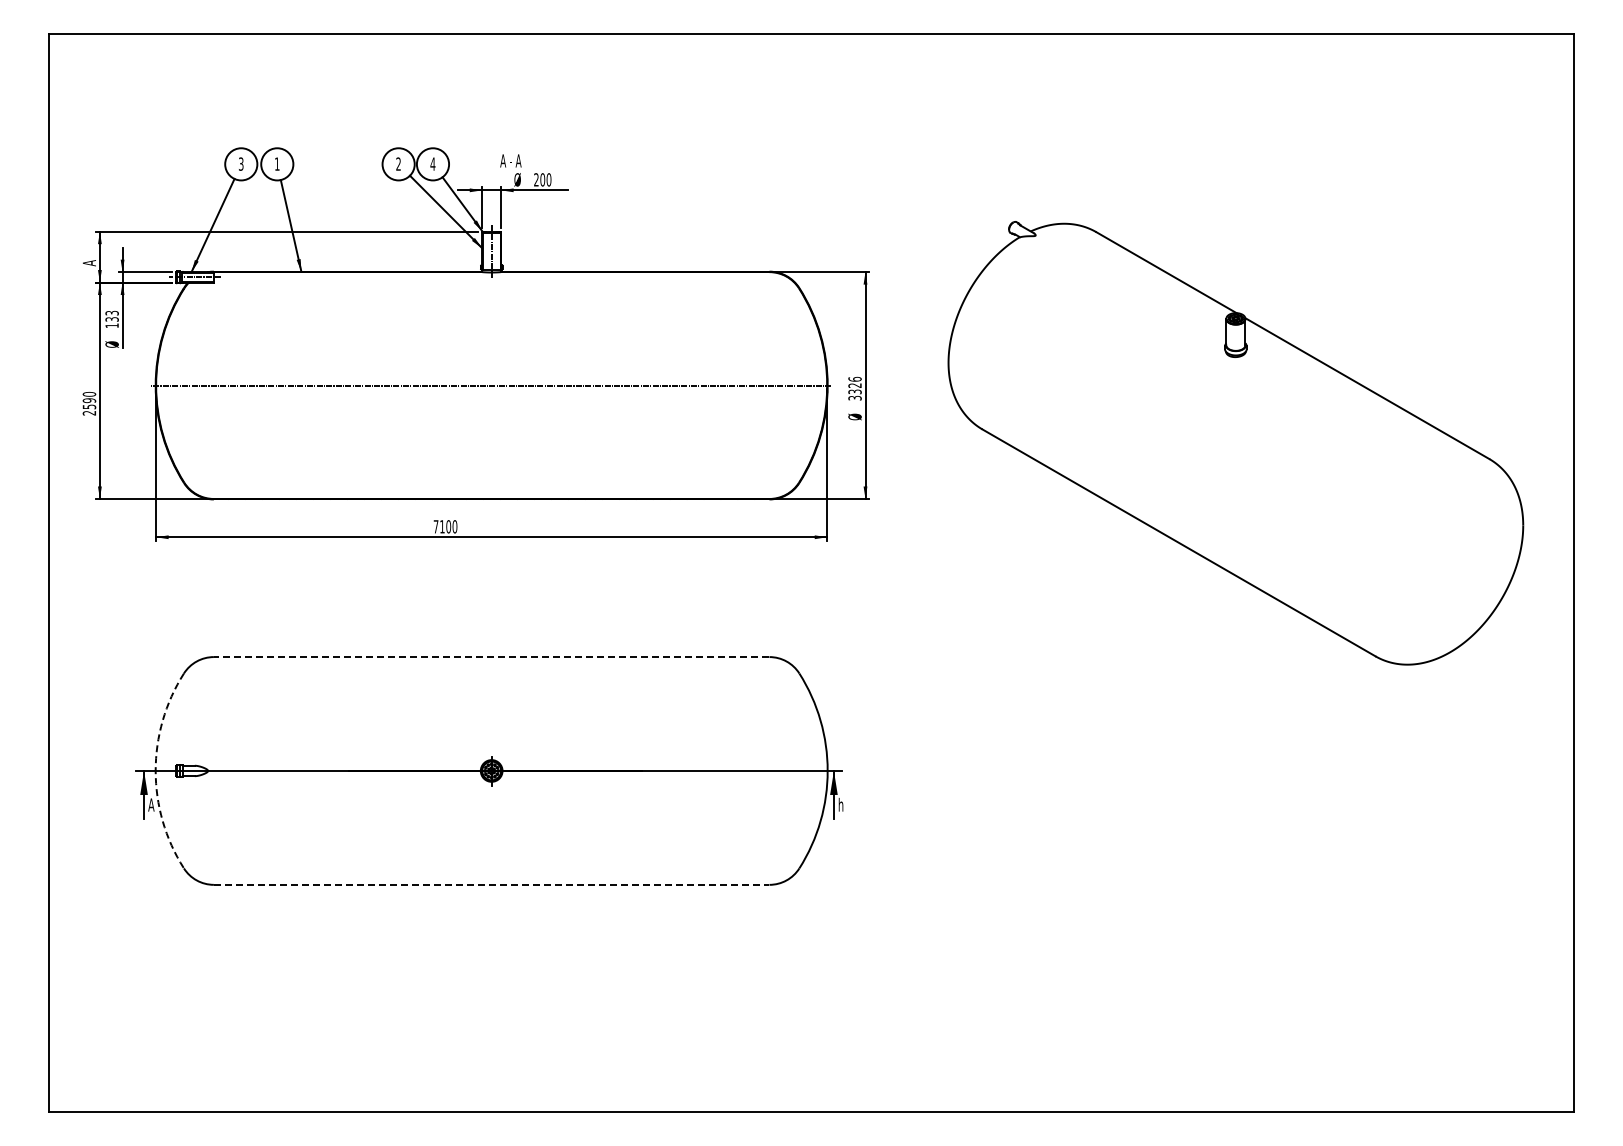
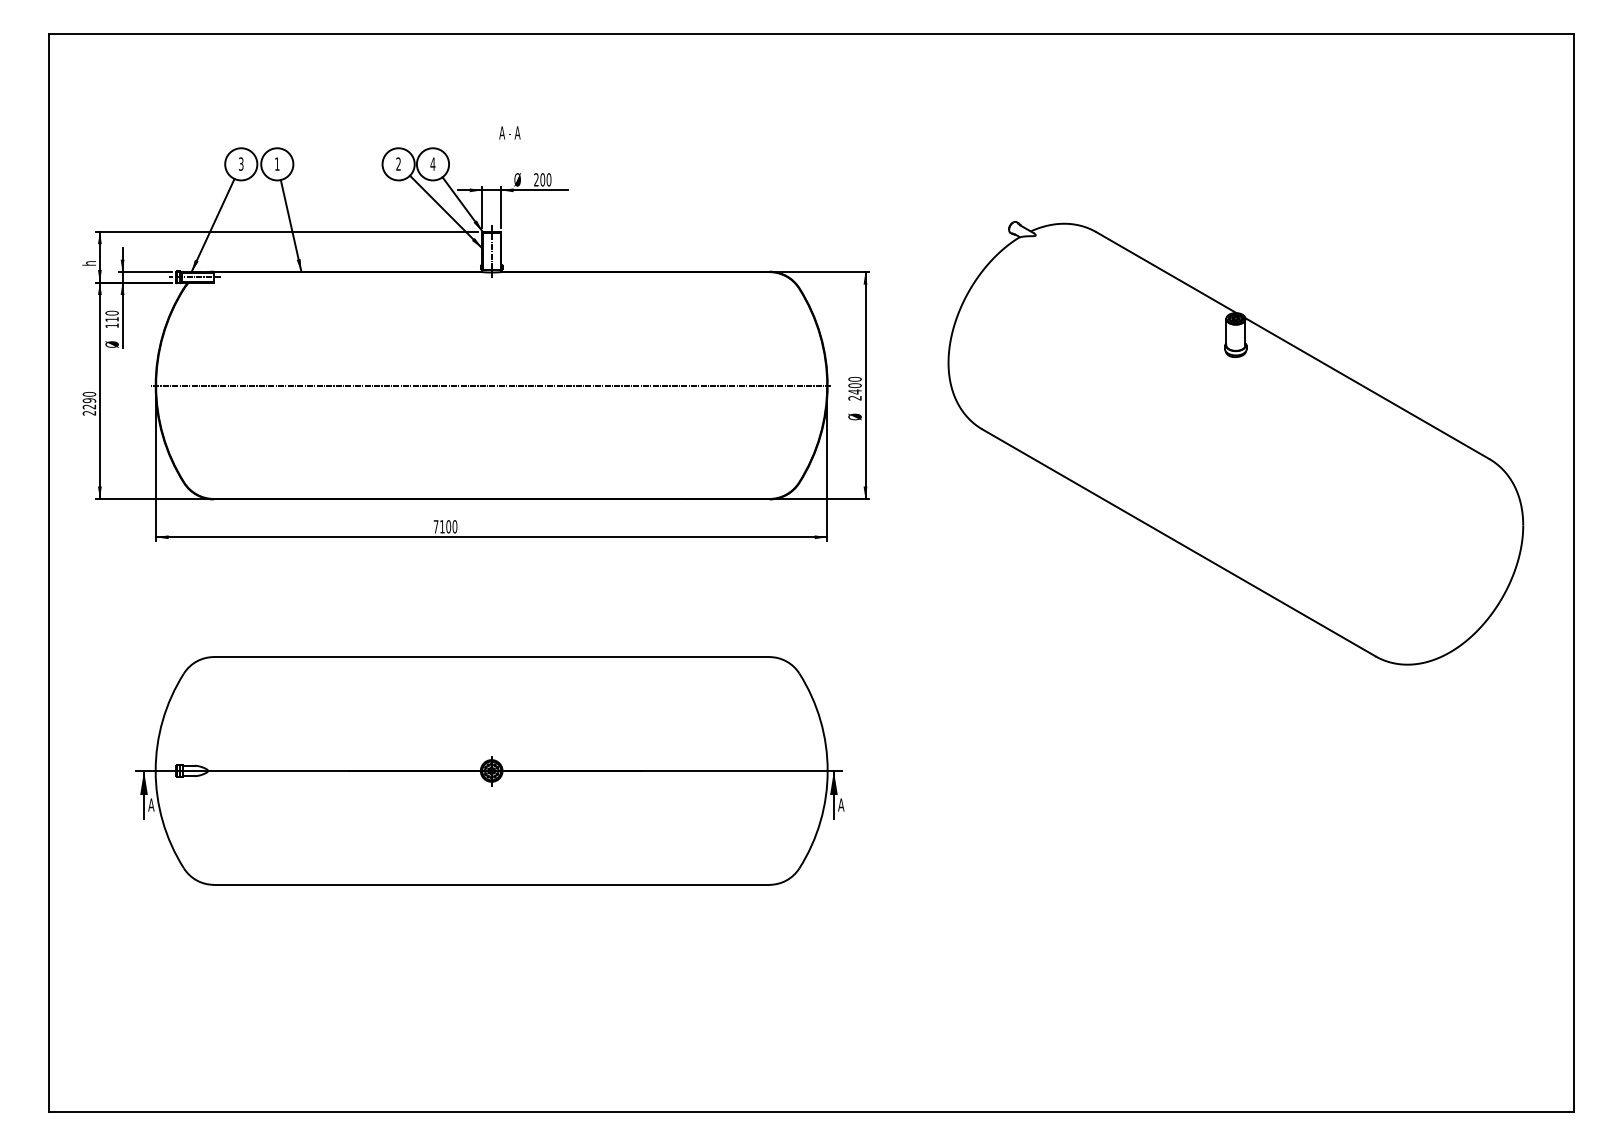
text at (510, 160) position: (510, 160) -> (509, 132)
text at (88, 263): A -> h
text at (111, 315): 133 -> 110
text at (854, 388): 3326 -> 2400
text at (89, 406): 2590 -> 2290
line at (491, 657): dashed -> solid
arc at (155, 770): dashed -> solid
text at (841, 804): h -> A
line at (491, 884): dashed -> solid
